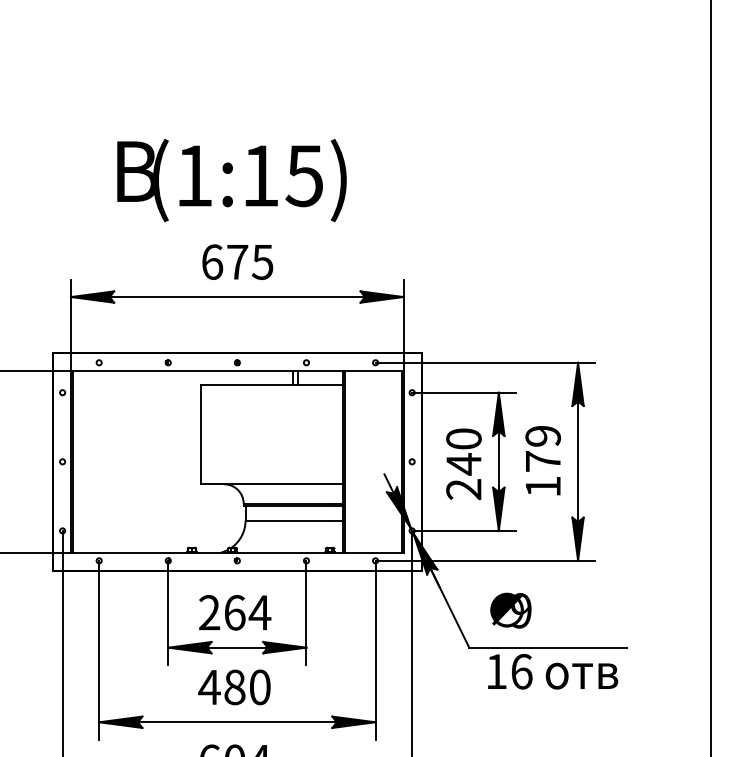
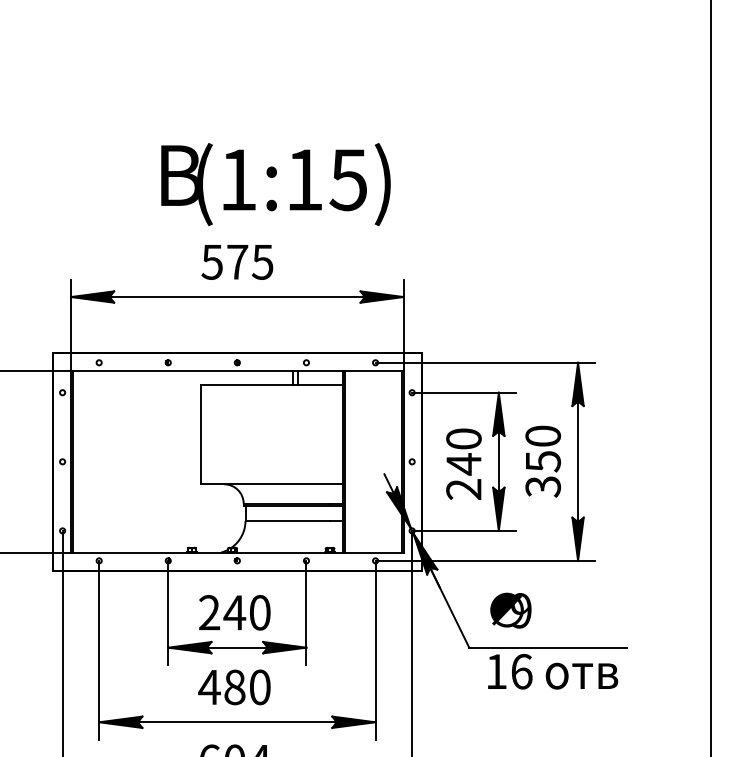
text at (231, 180) position: (231, 180) -> (275, 184)
text at (212, 261): 675 -> 575
text at (543, 461): 179 -> 350
text at (247, 612): 264 -> 240
